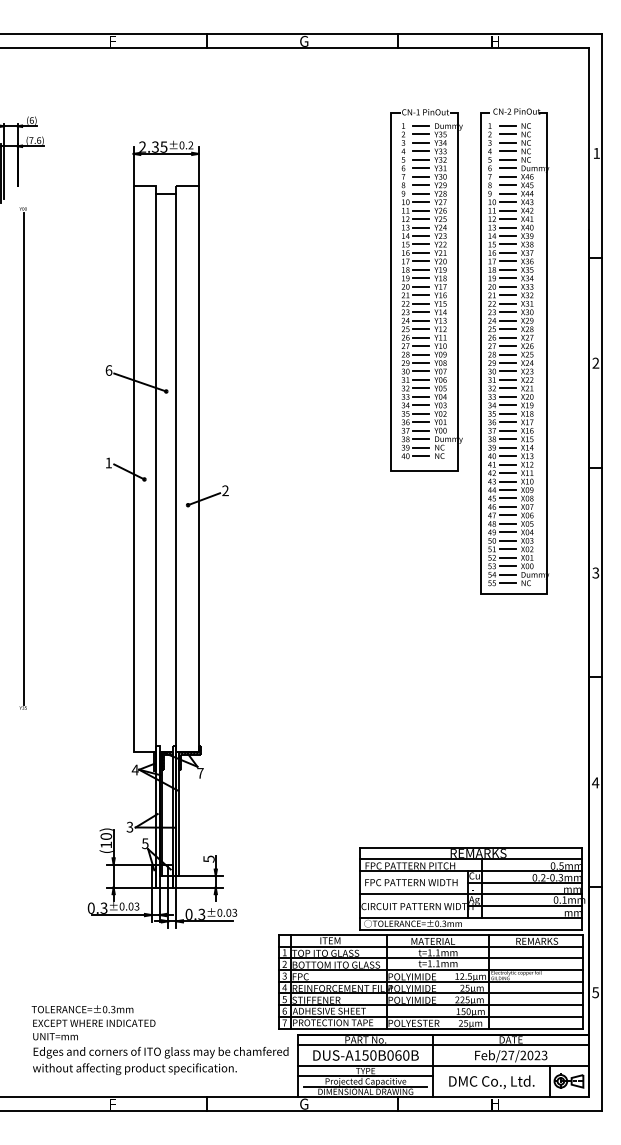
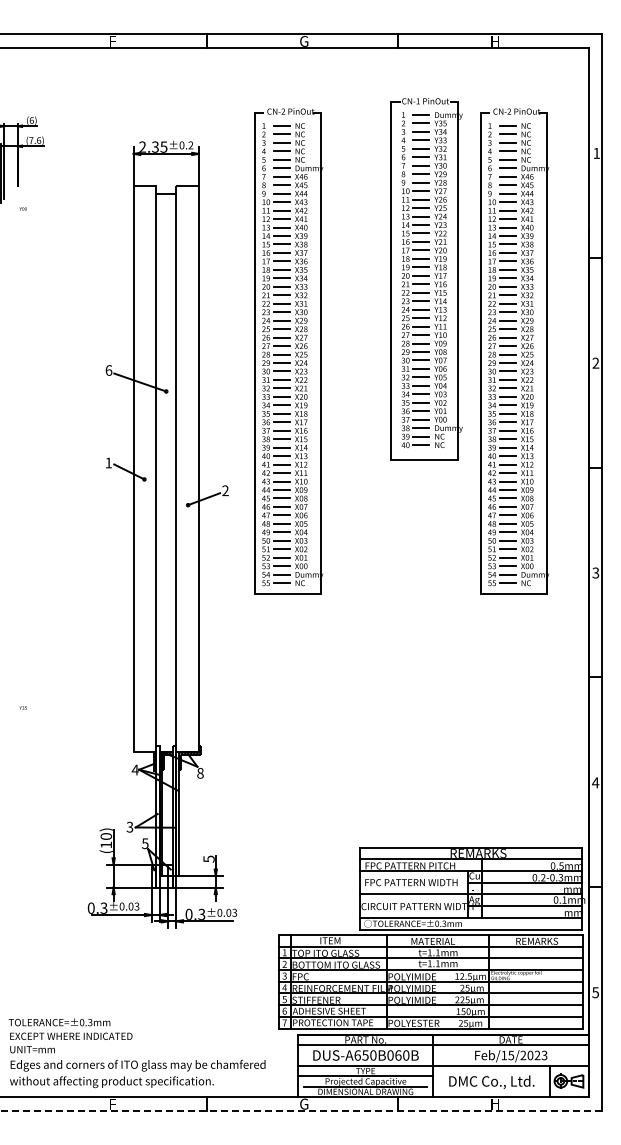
part at (426, 290) position: (426, 290) -> (426, 279)
part at (288, 351): none -> present
line at (23, 458): present -> none
text at (200, 773): 7 -> 8
text at (159, 1040) position: (159, 1040) -> (136, 1053)
text at (357, 1055): DUS-A150B060B -> DUS-A650B060B
text at (507, 1055): Feb/27/2023 -> Feb/15/2023
line at (301, 1110): solid -> dashed
